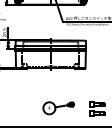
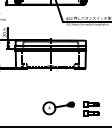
part at (97, 108) position: (97, 108) -> (91, 108)
